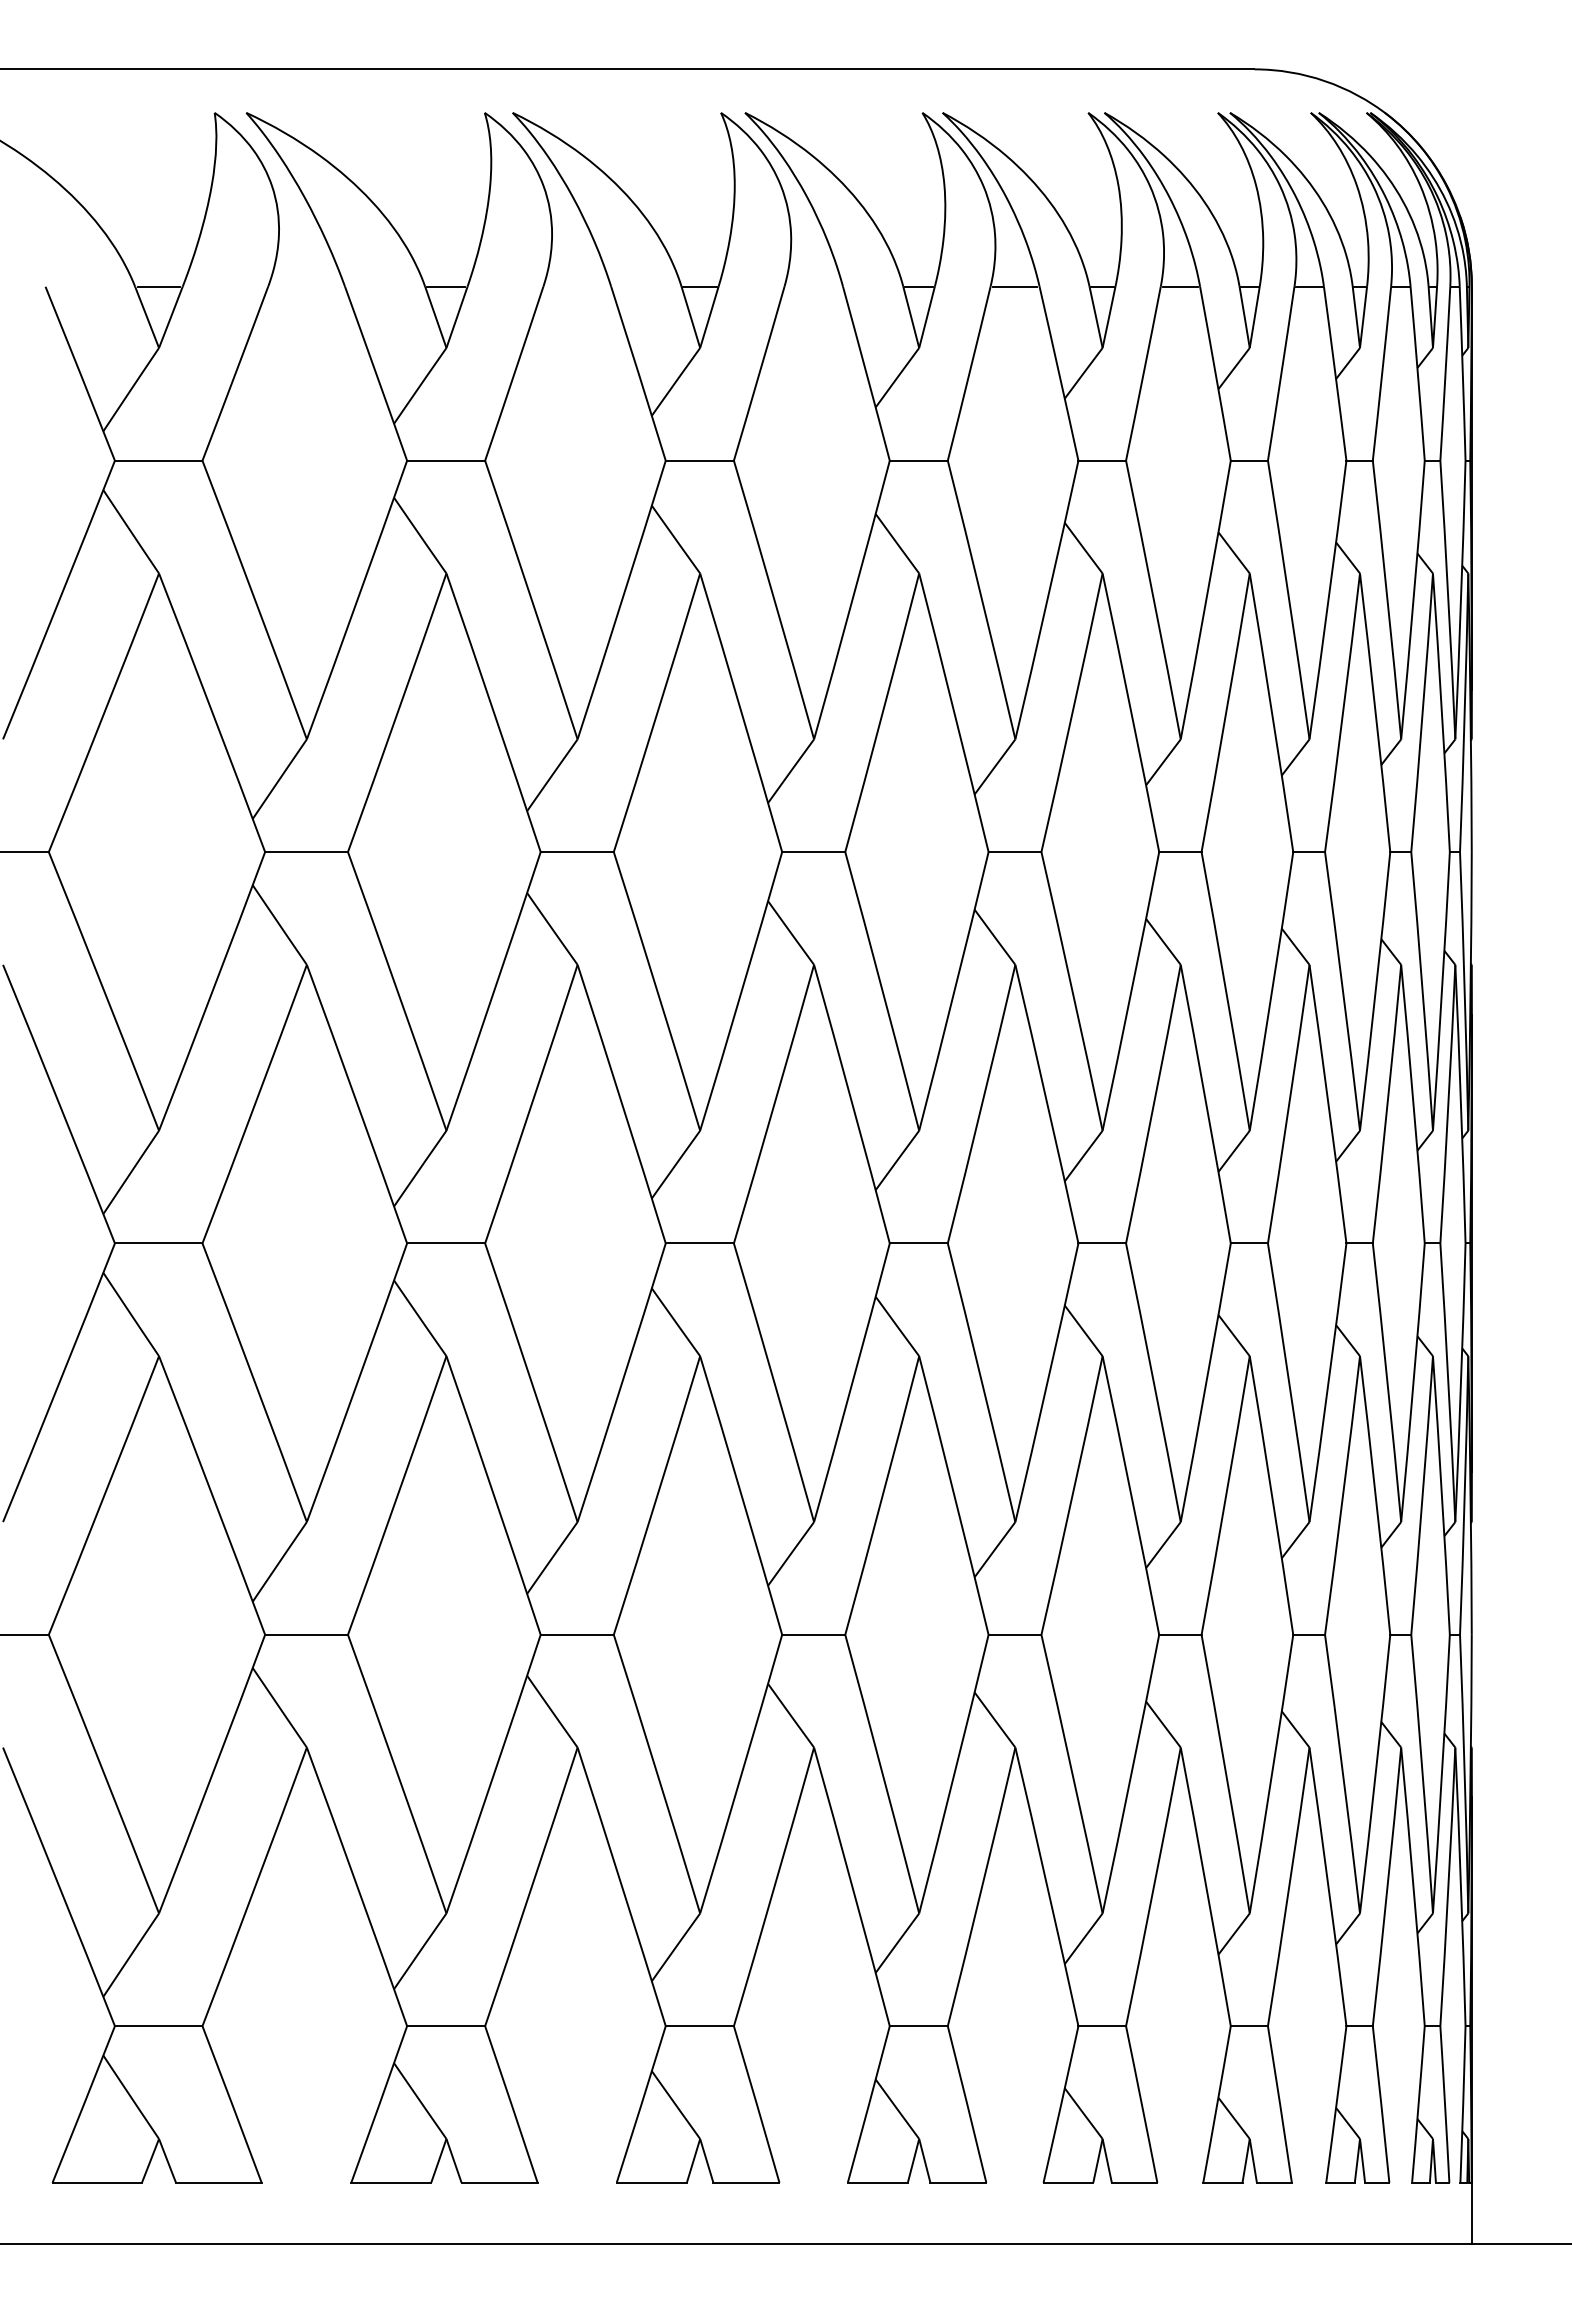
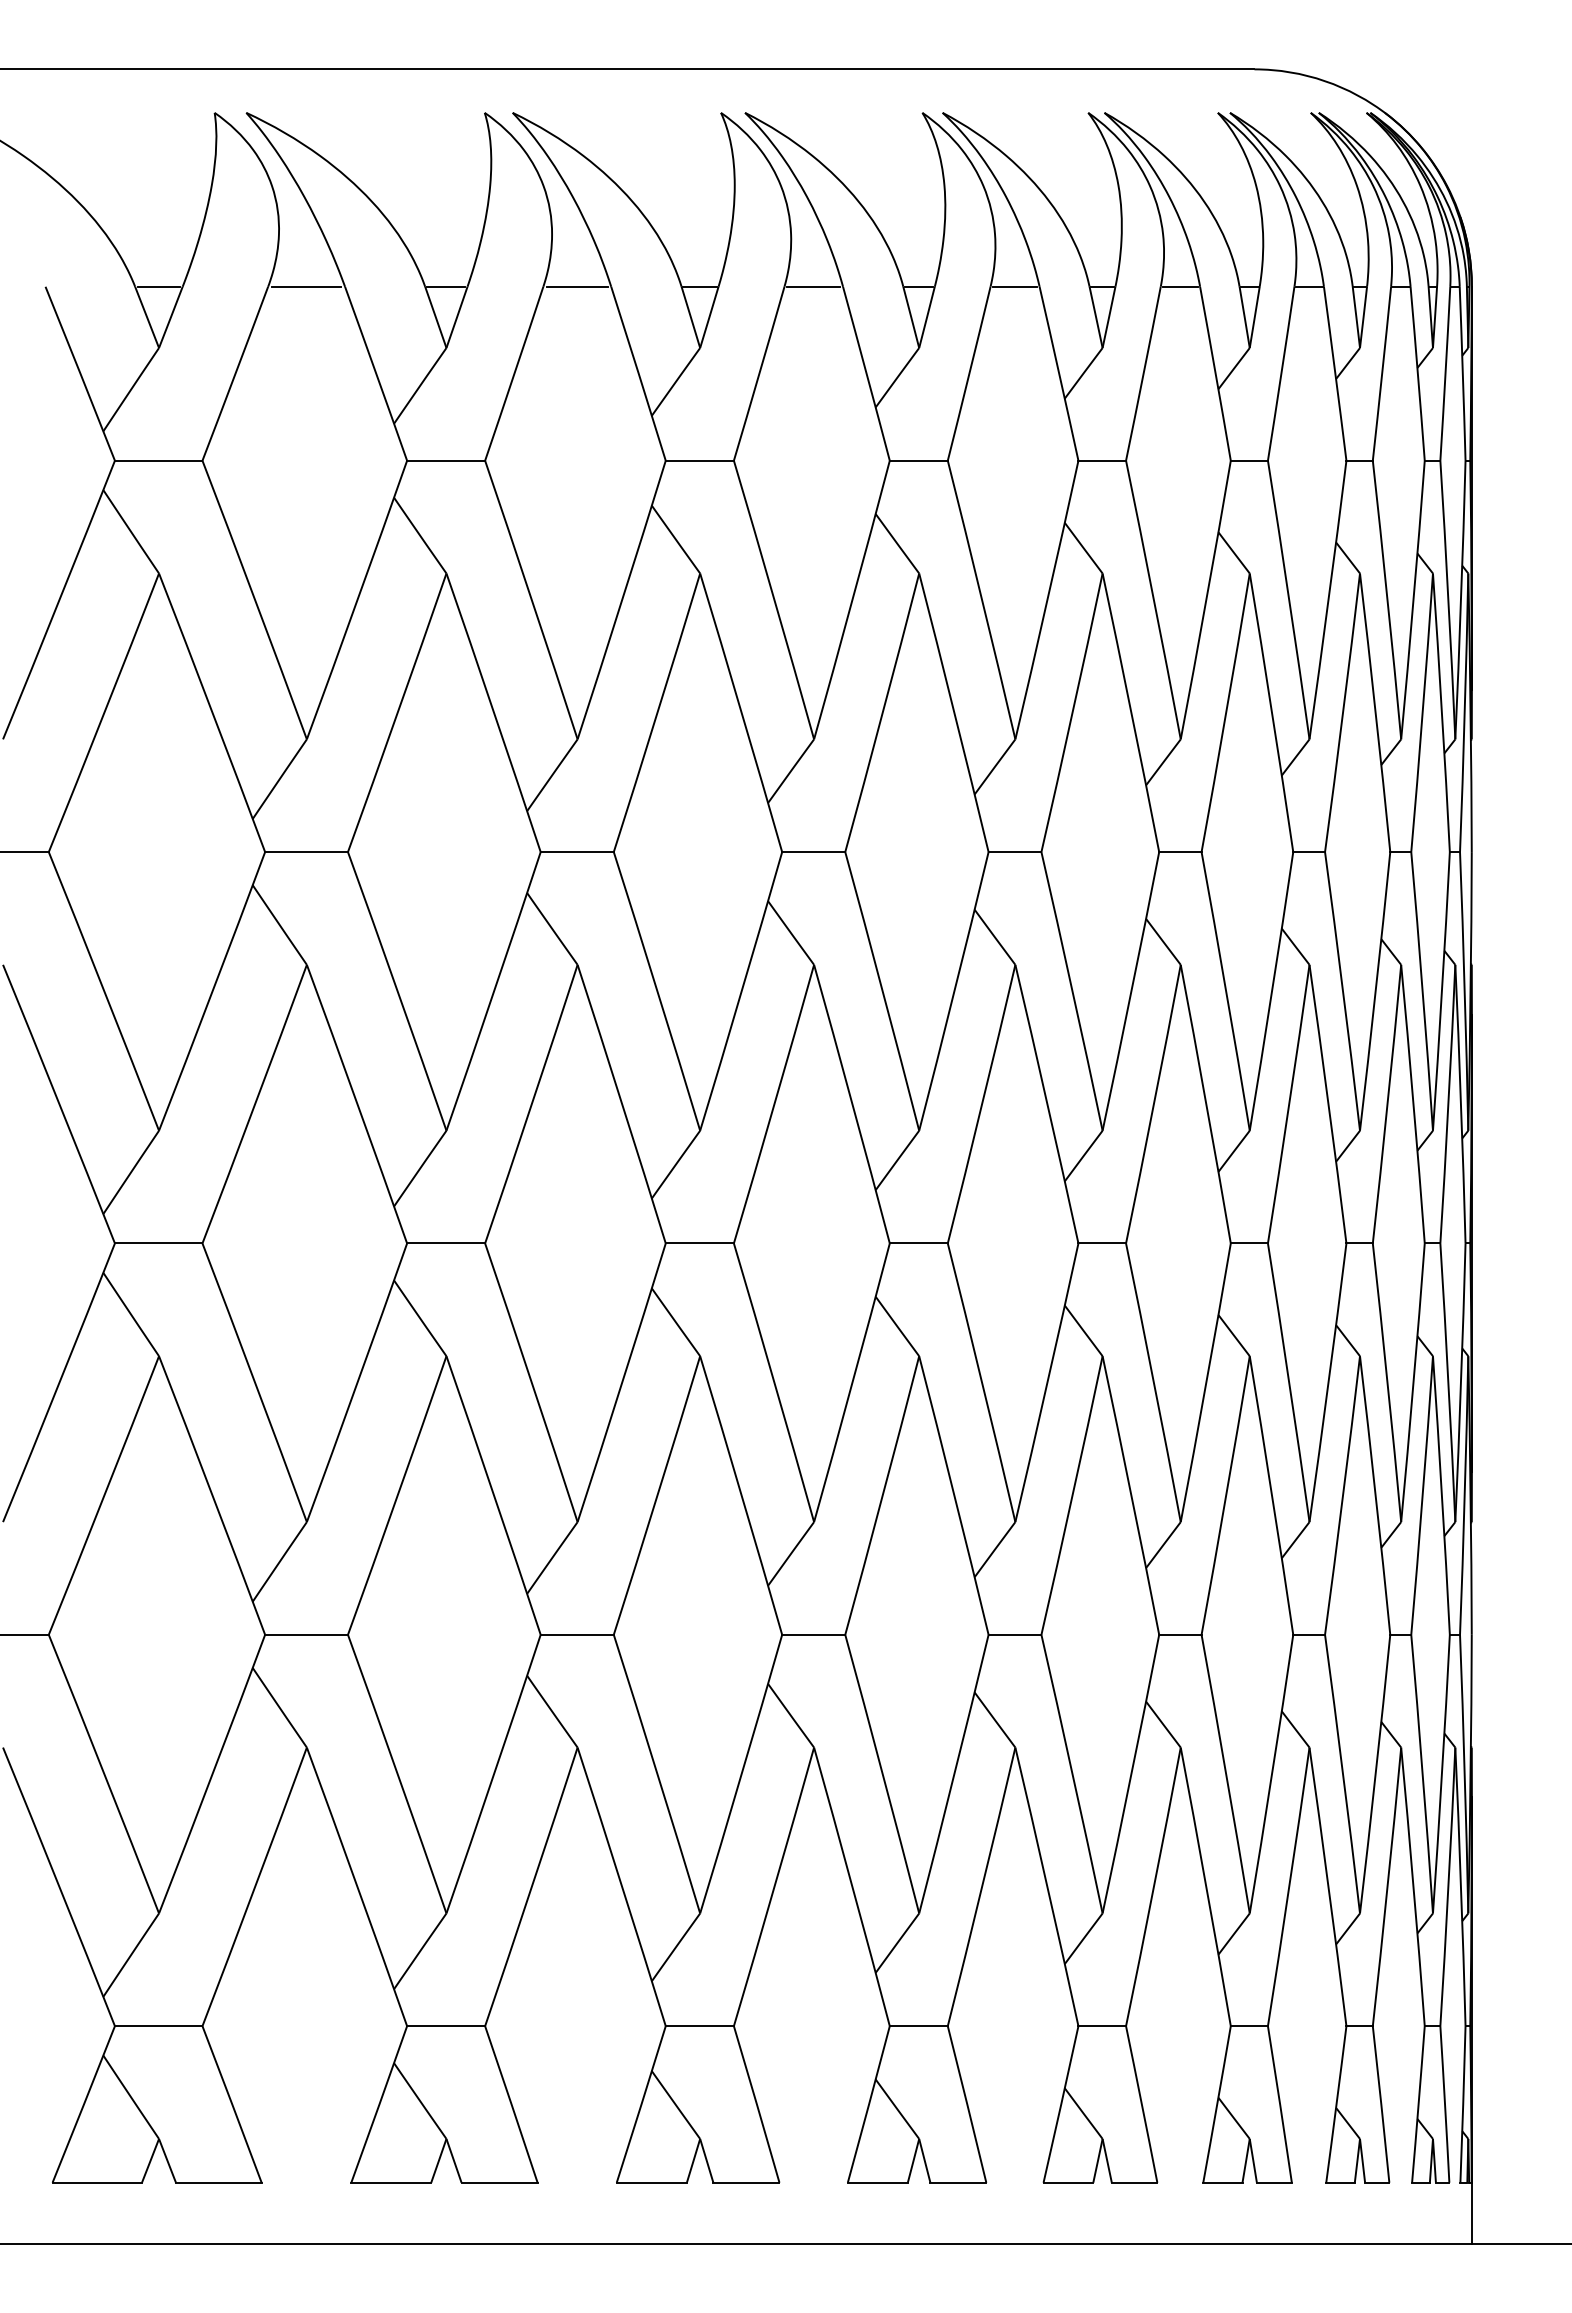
line at (306, 286): none -> present
line at (576, 286): none -> present
line at (813, 286): none -> present
